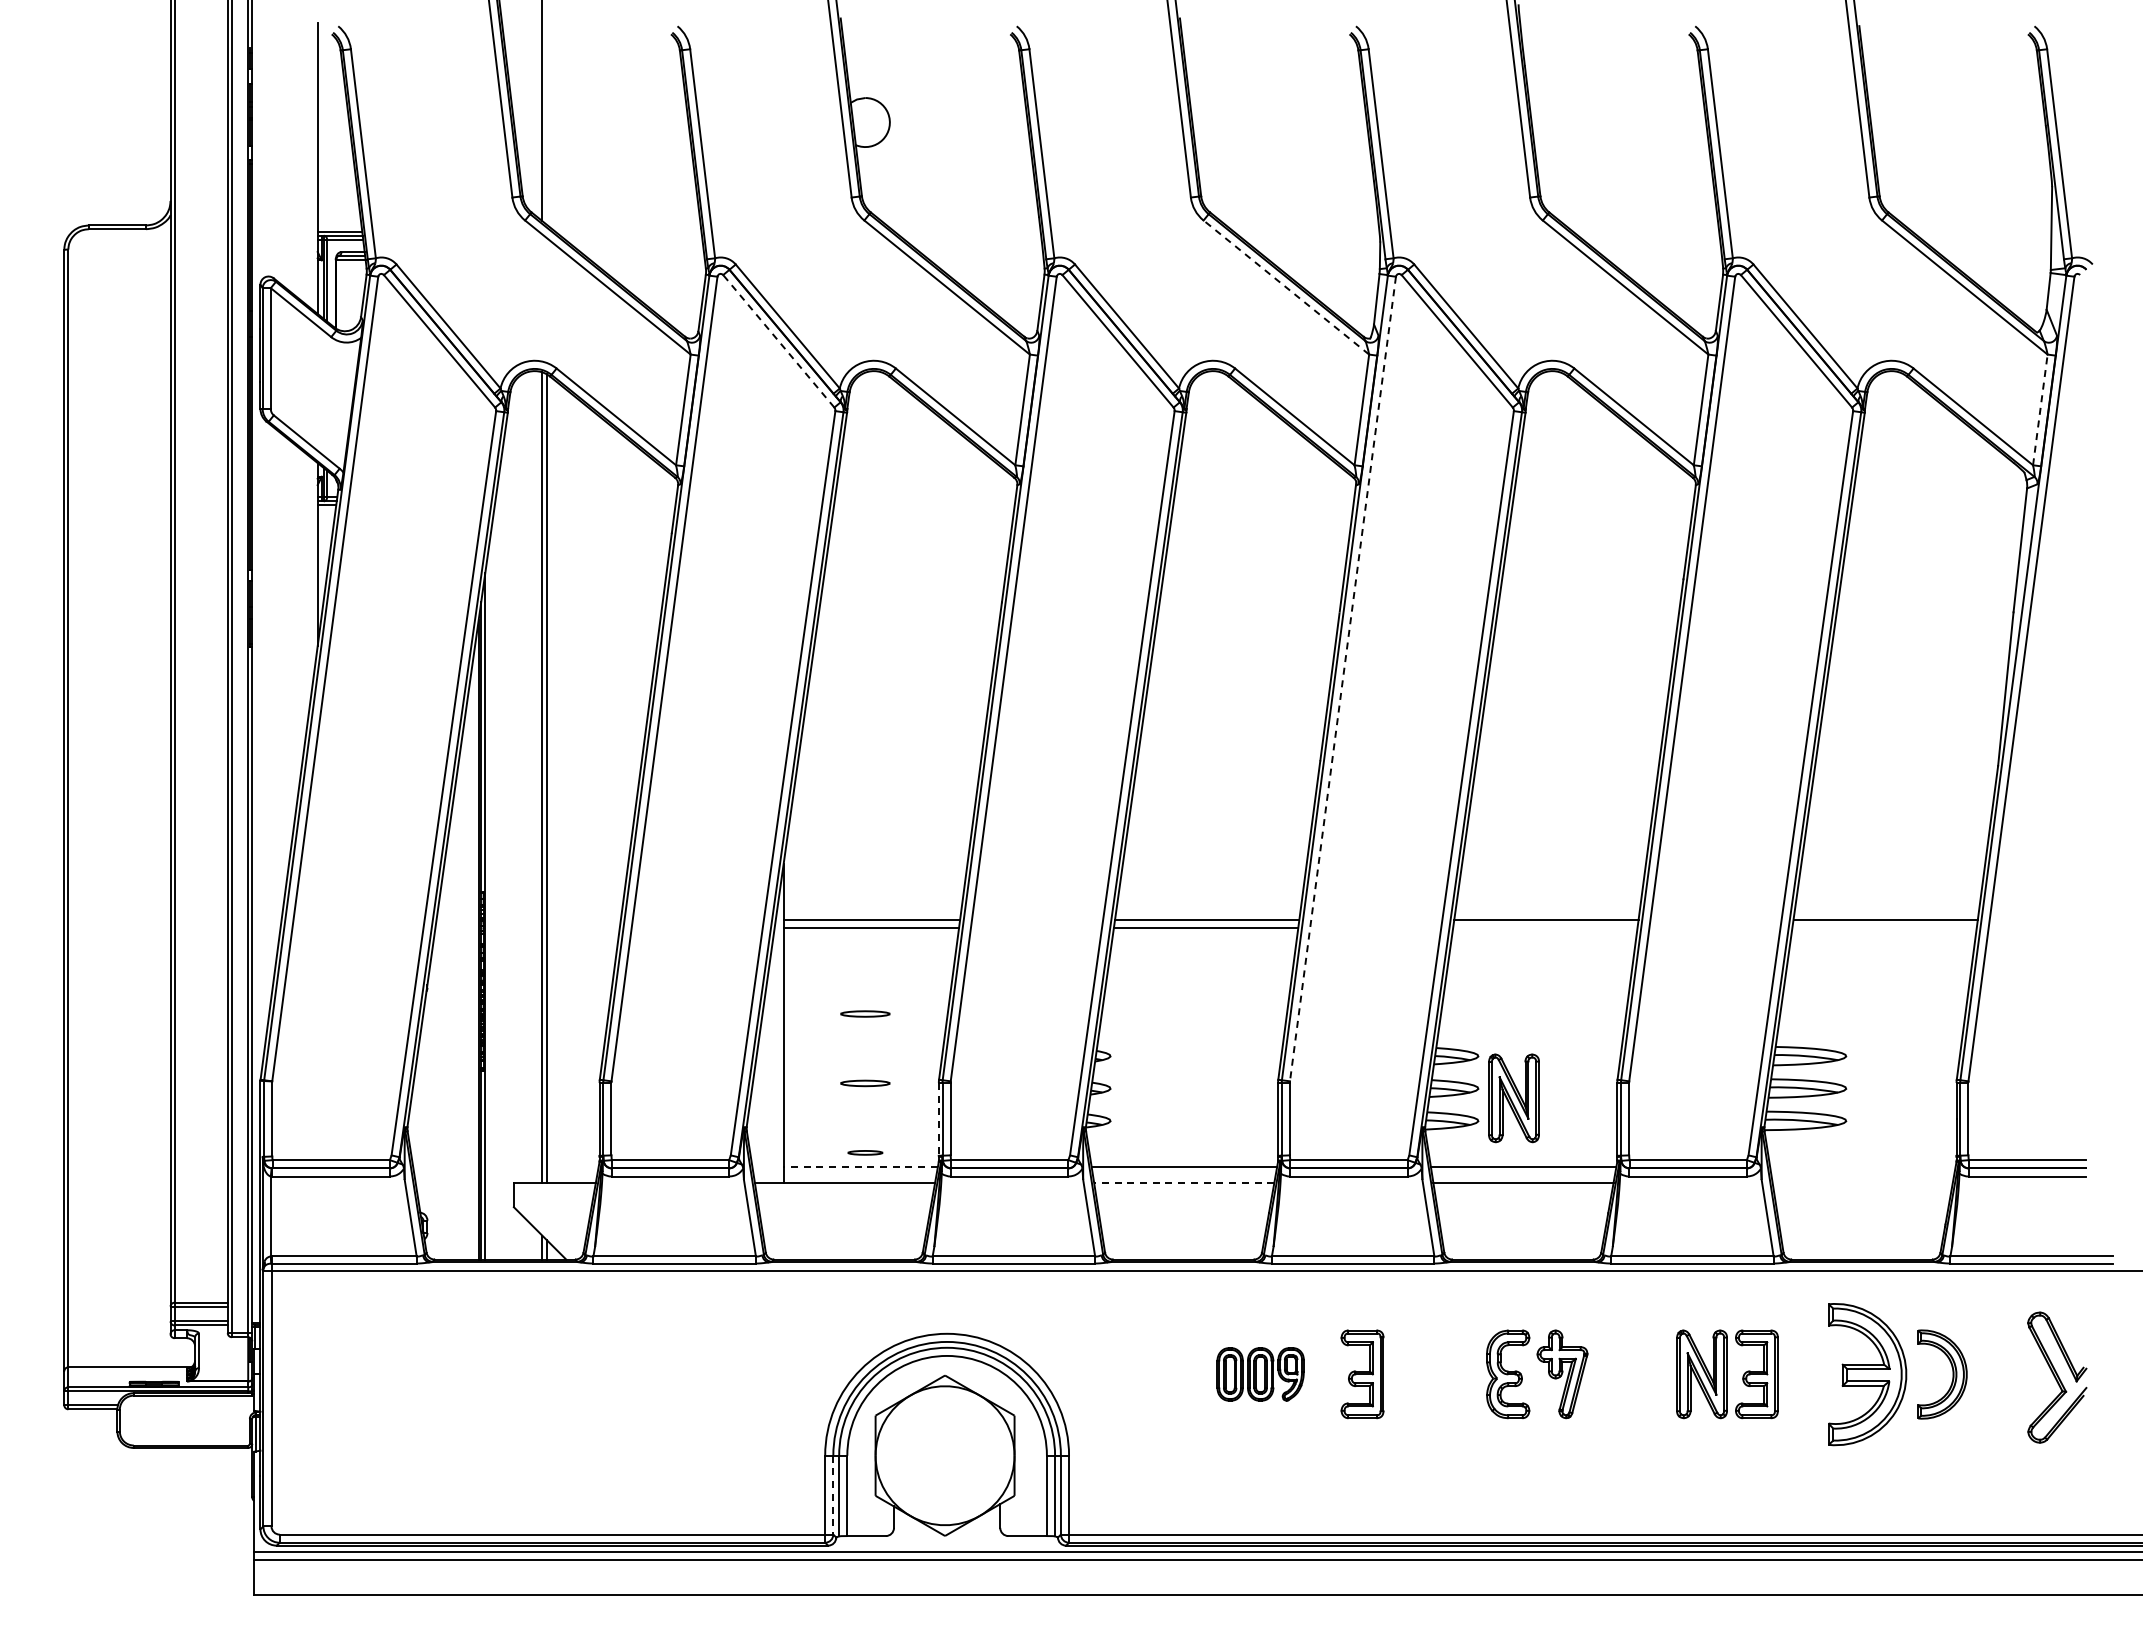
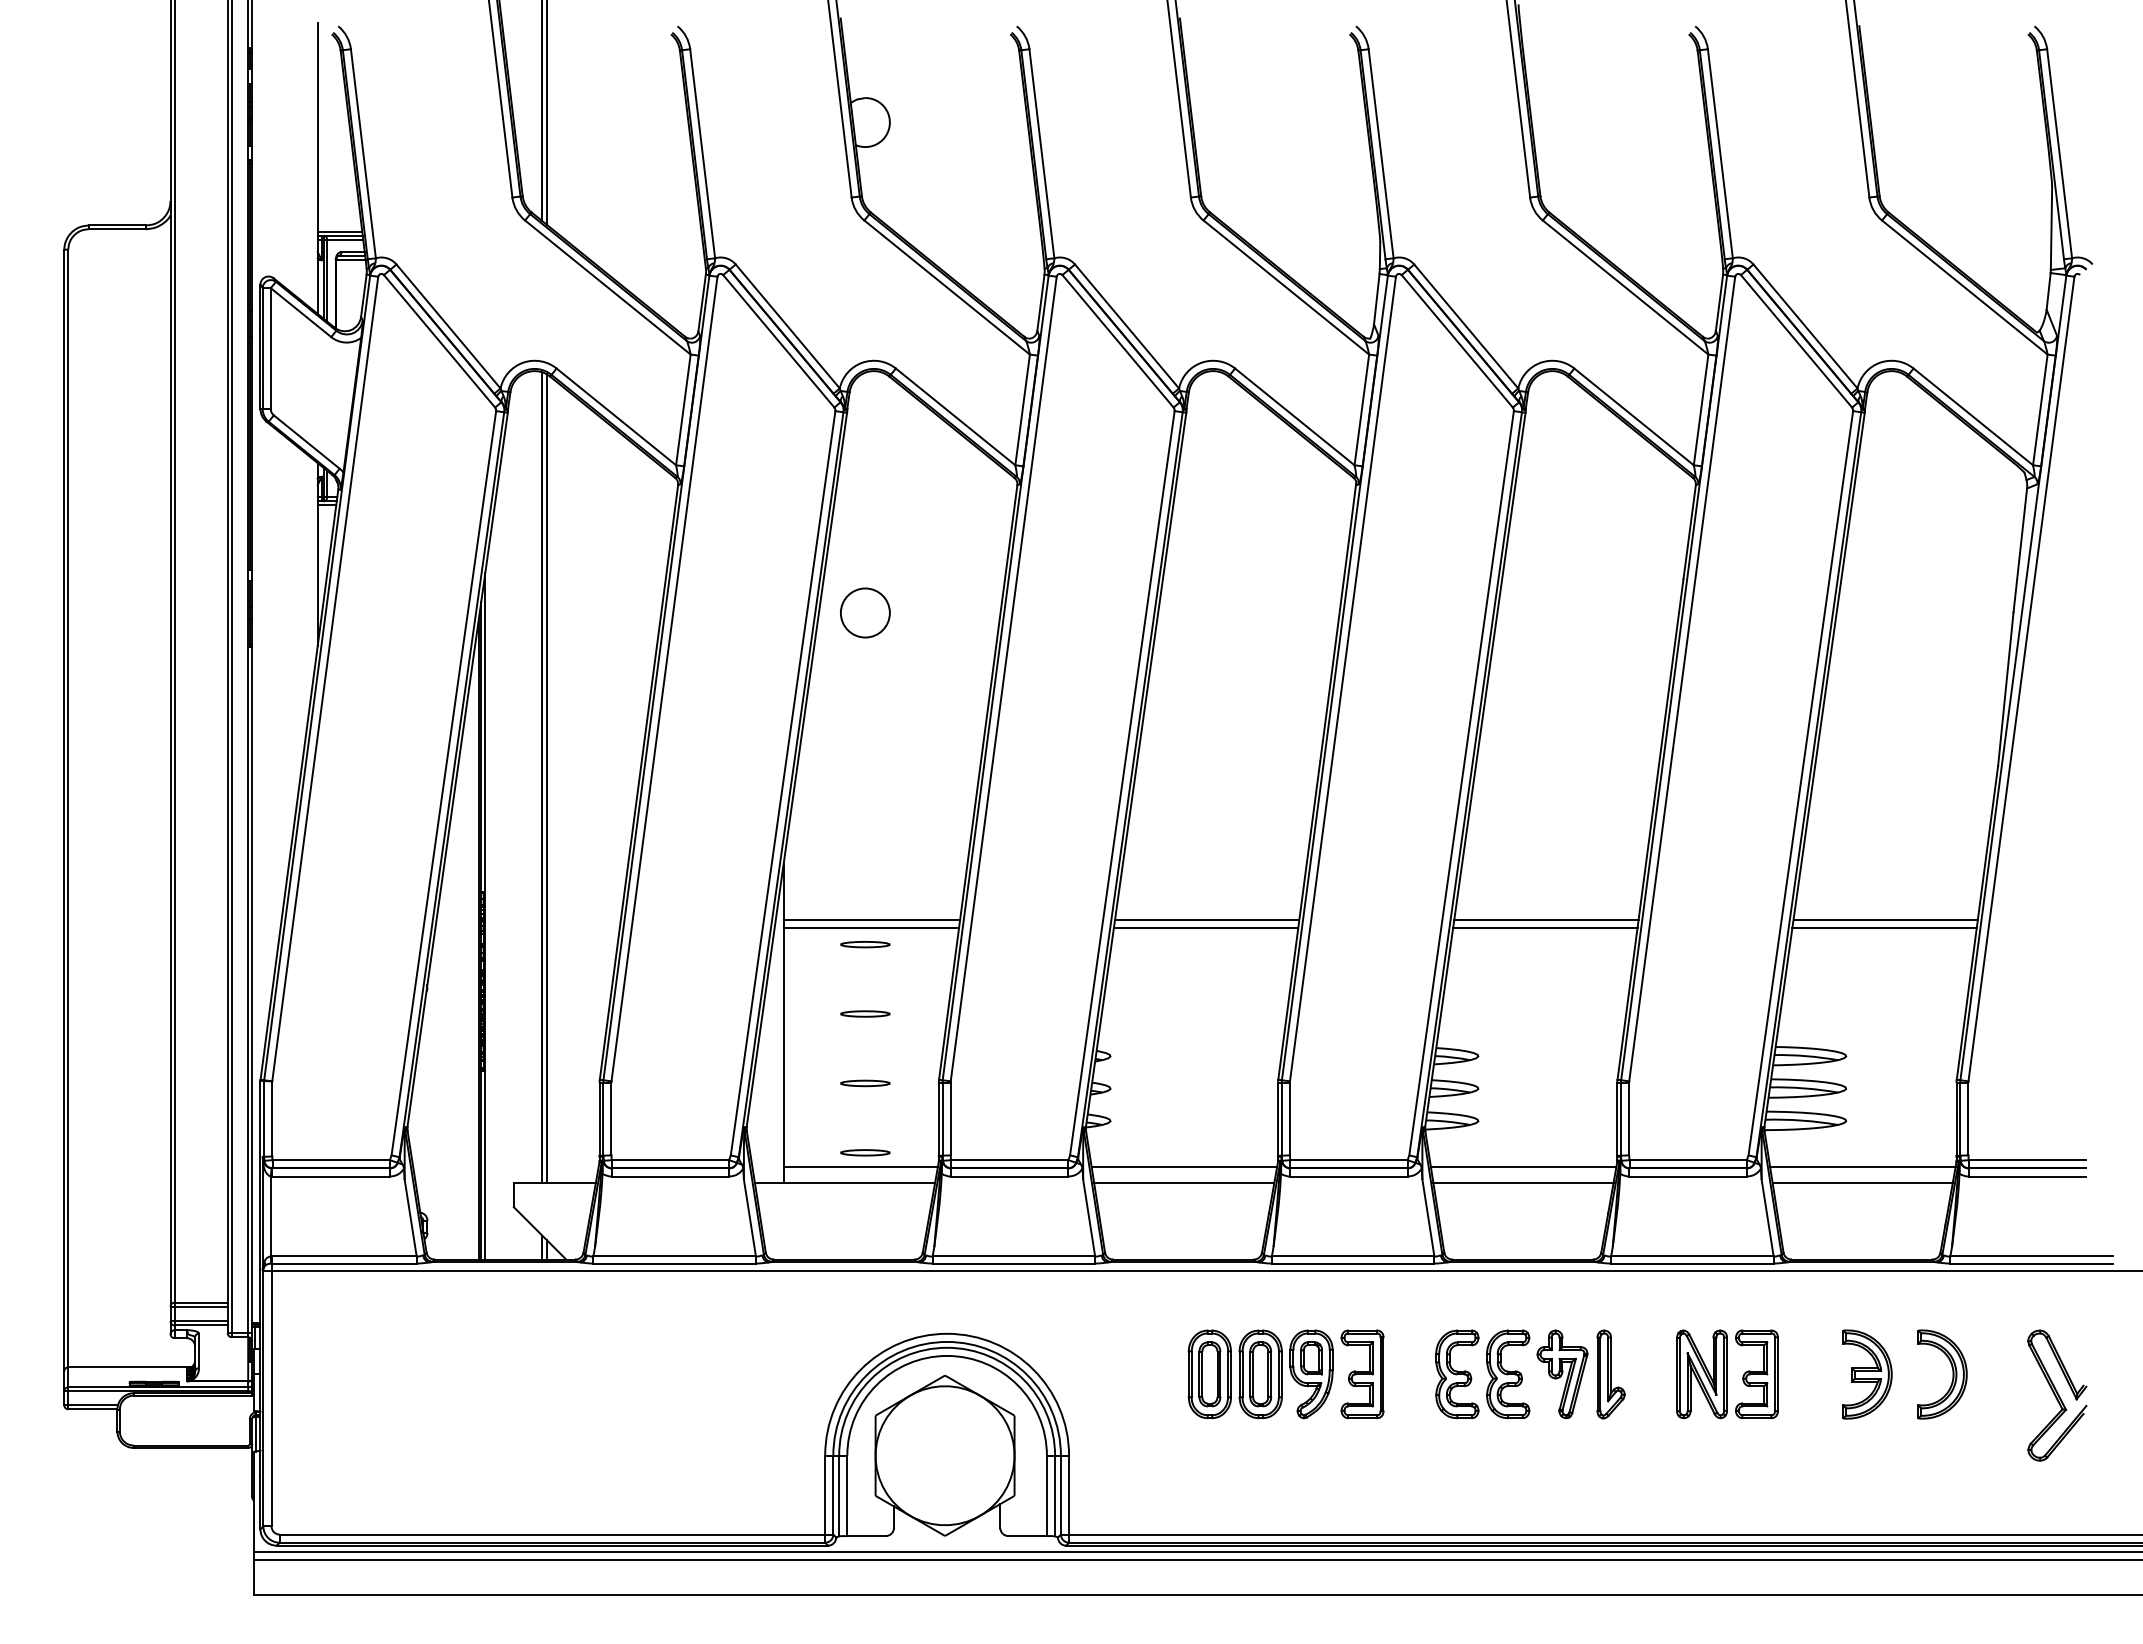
line at (546, 113): none -> present
line at (1286, 287): dashed -> solid
line at (778, 340): dashed -> solid
line at (2040, 409): dashed -> solid
circle at (865, 612): none -> present
line at (1342, 679): dashed -> solid
line at (1545, 927): none -> present
line at (1884, 927): none -> present
part at (865, 944): none -> present
part at (1513, 1098): present -> none
line at (938, 1119): dashed -> solid
part at (865, 1152) size: 37x6 px -> 51x8 px
line at (860, 1167): dashed -> solid
line at (1862, 1167): none -> present
line at (1183, 1183): dashed -> solid
line at (1862, 1183): none -> present
part at (1260, 1374) size: 89x55 px -> 147x91 px
part at (1457, 1374): none -> present
part at (1610, 1374): none -> present
part at (1867, 1374) size: 80x144 px -> 51x91 px
part at (2057, 1377) position: (2057, 1377) -> (2057, 1395)
line at (833, 1495): dashed -> solid
